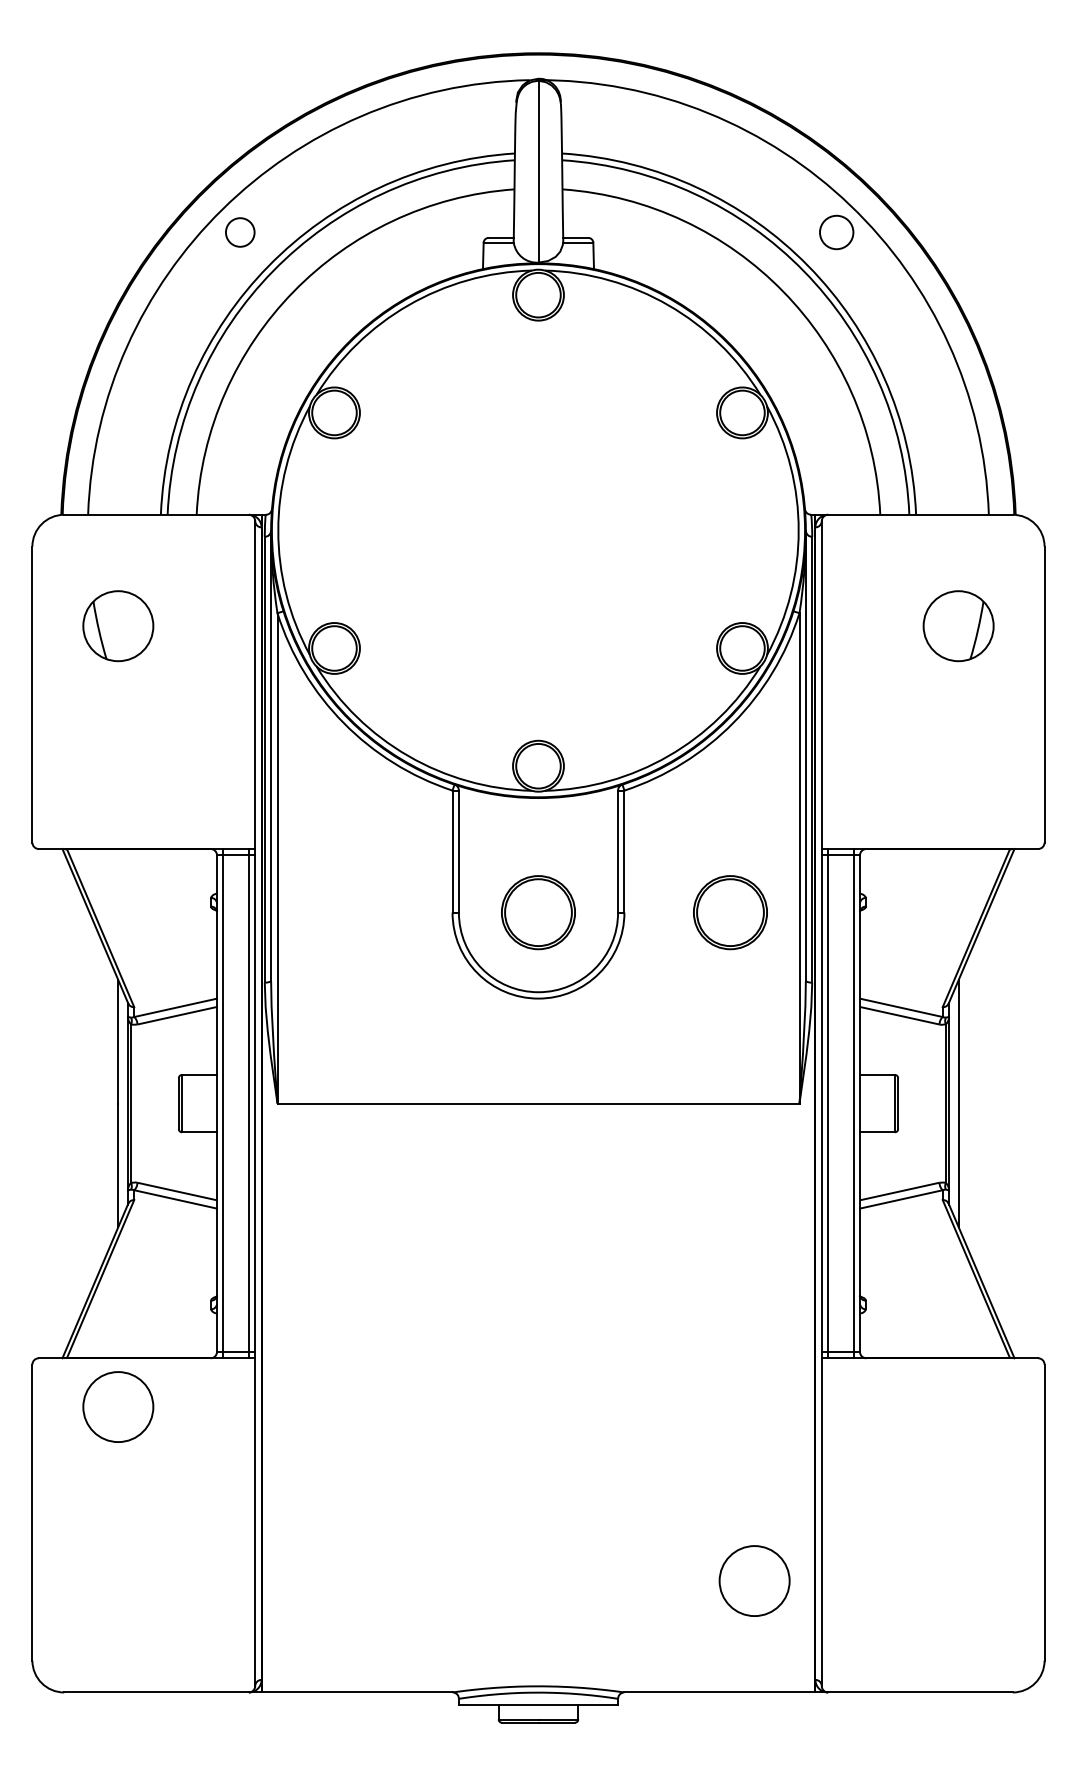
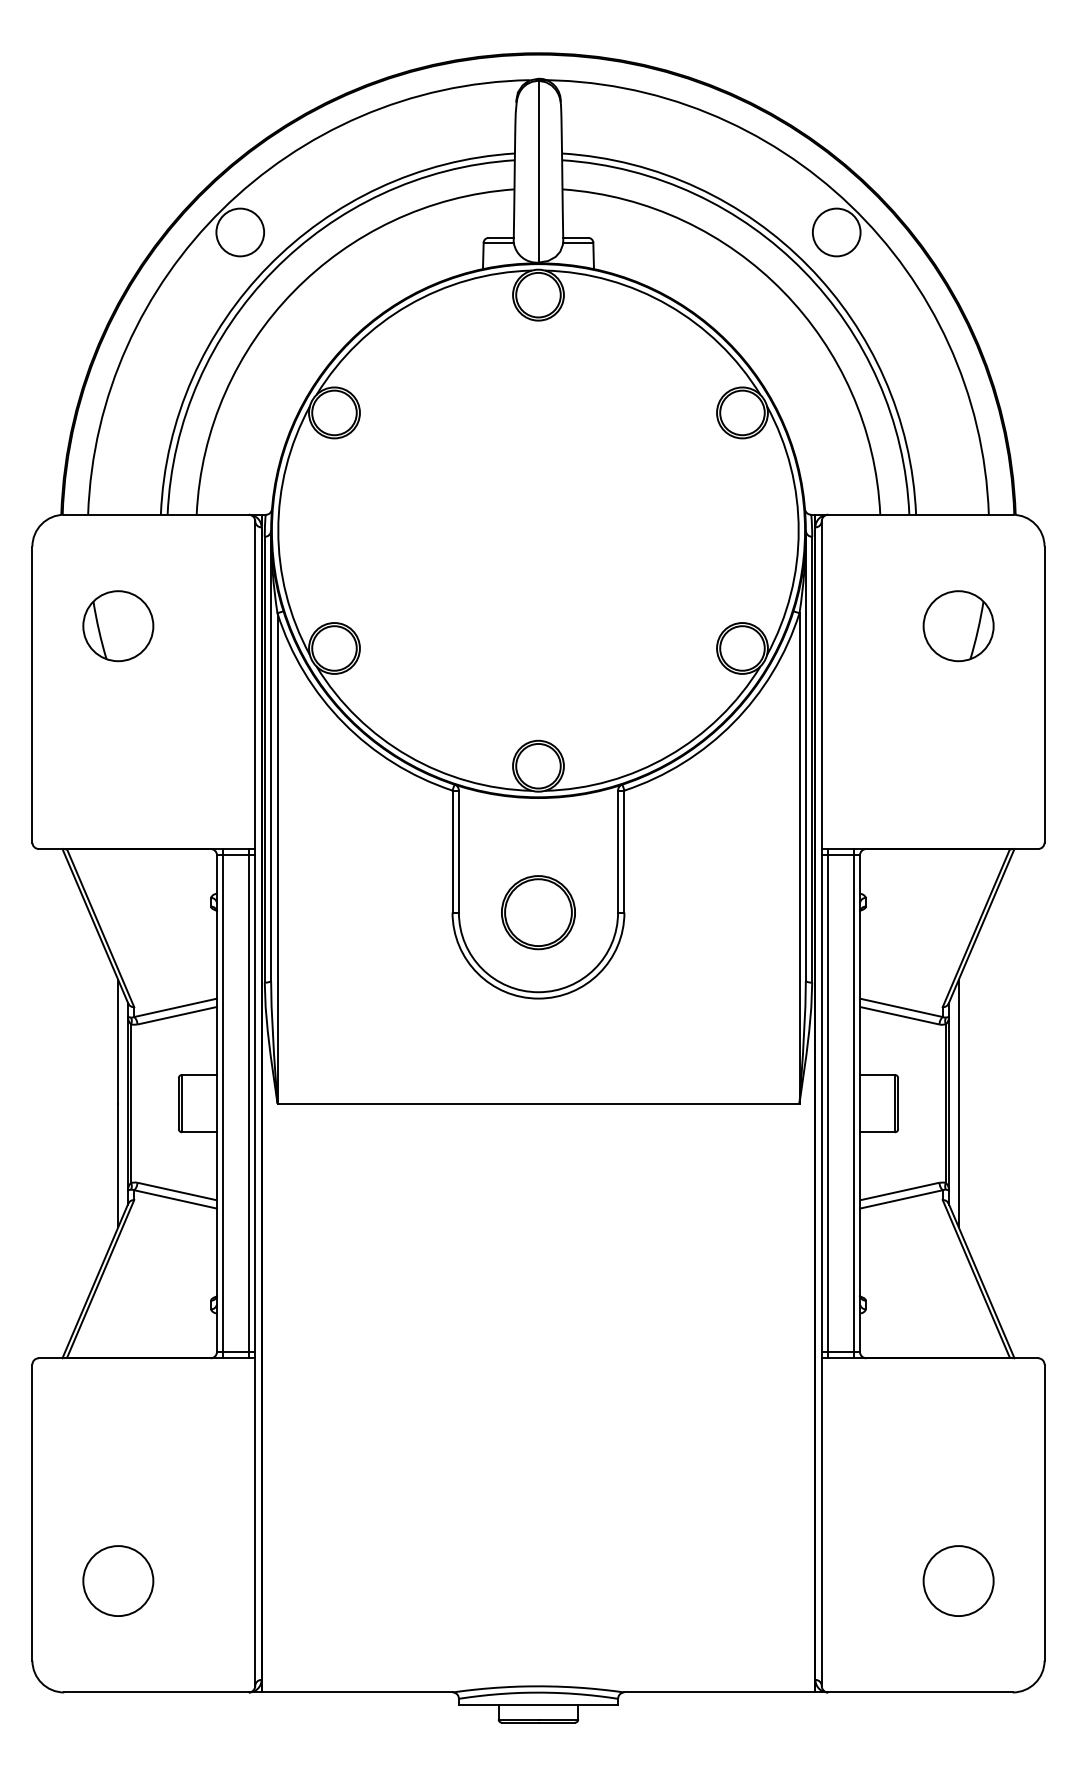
circle at (239, 232) diameter: 29 px -> 48 px
circle at (836, 232) diameter: 33 px -> 48 px
part at (730, 912): present -> none
circle at (118, 1406) position: (118, 1406) -> (118, 1580)
circle at (754, 1580) position: (754, 1580) -> (958, 1580)
